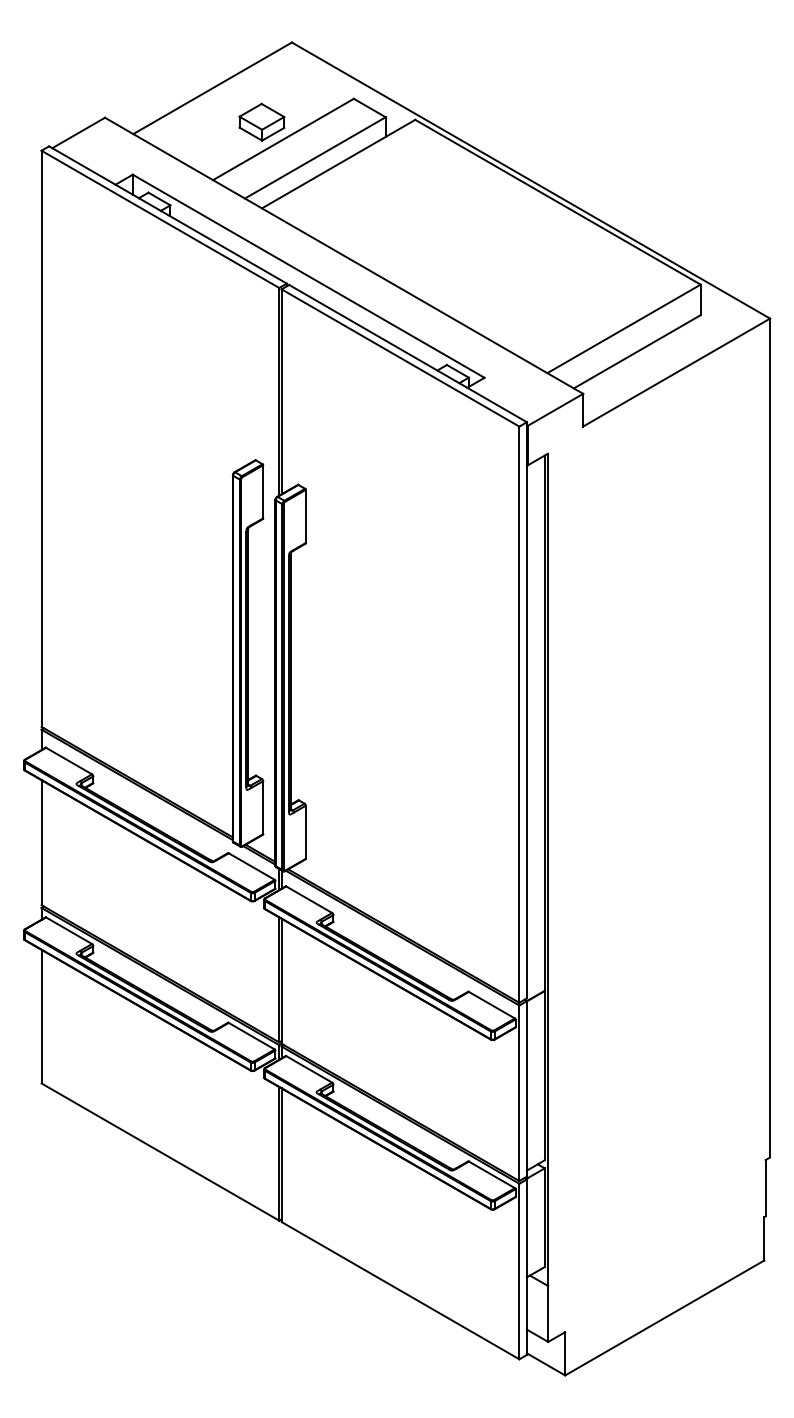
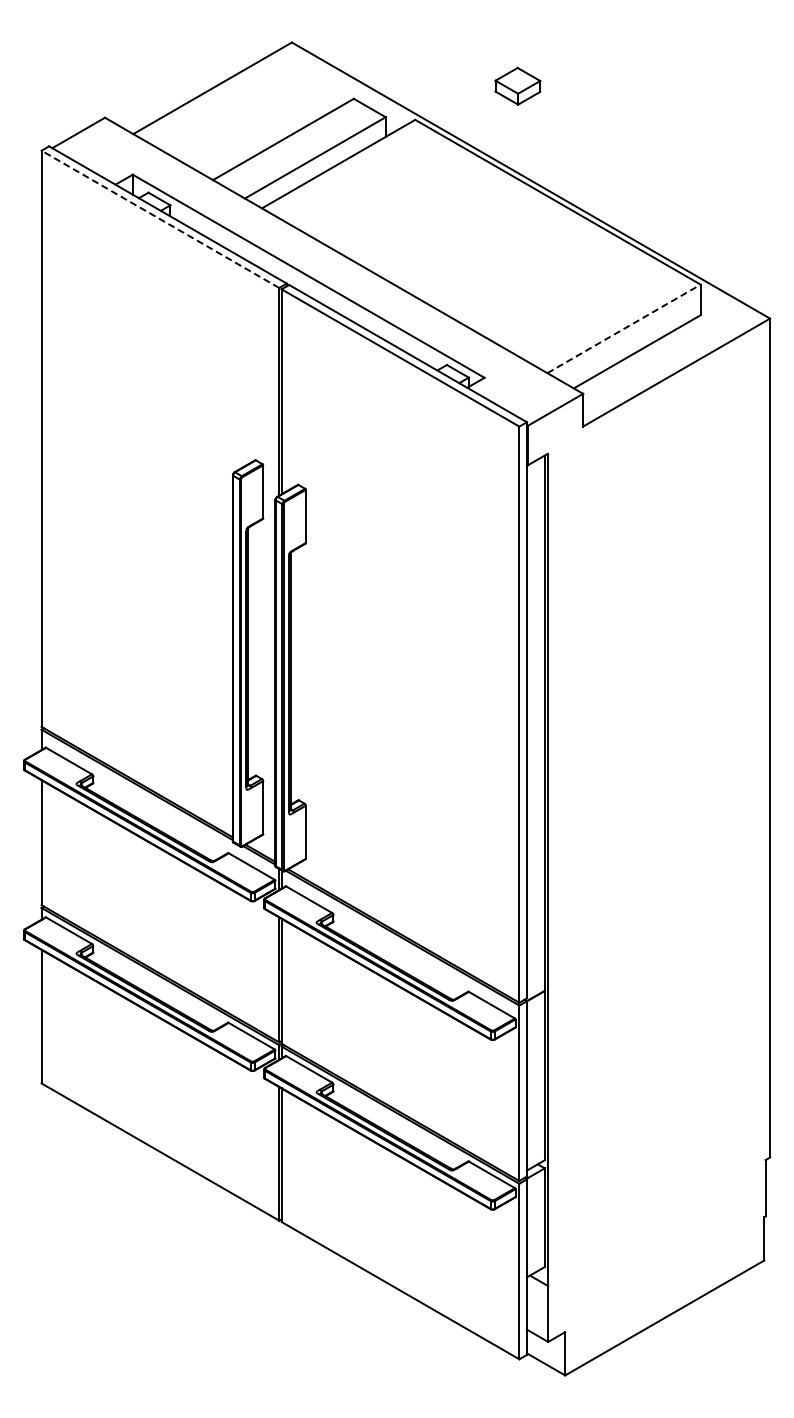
part at (261, 121) position: (261, 121) -> (517, 85)
line at (160, 219): solid -> dashed
line at (624, 328): solid -> dashed
